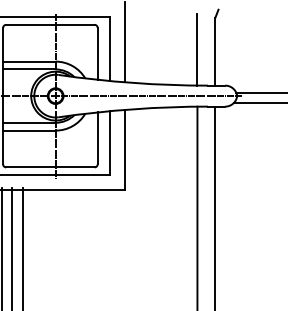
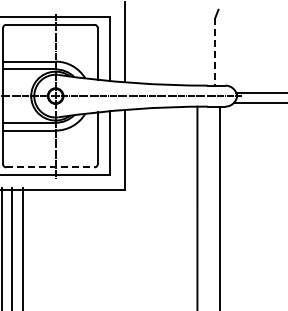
line at (197, 49): present -> none
line at (215, 52): solid -> dashed
line at (50, 167): solid -> dashed
line at (215, 206) position: (215, 206) -> (220, 206)
